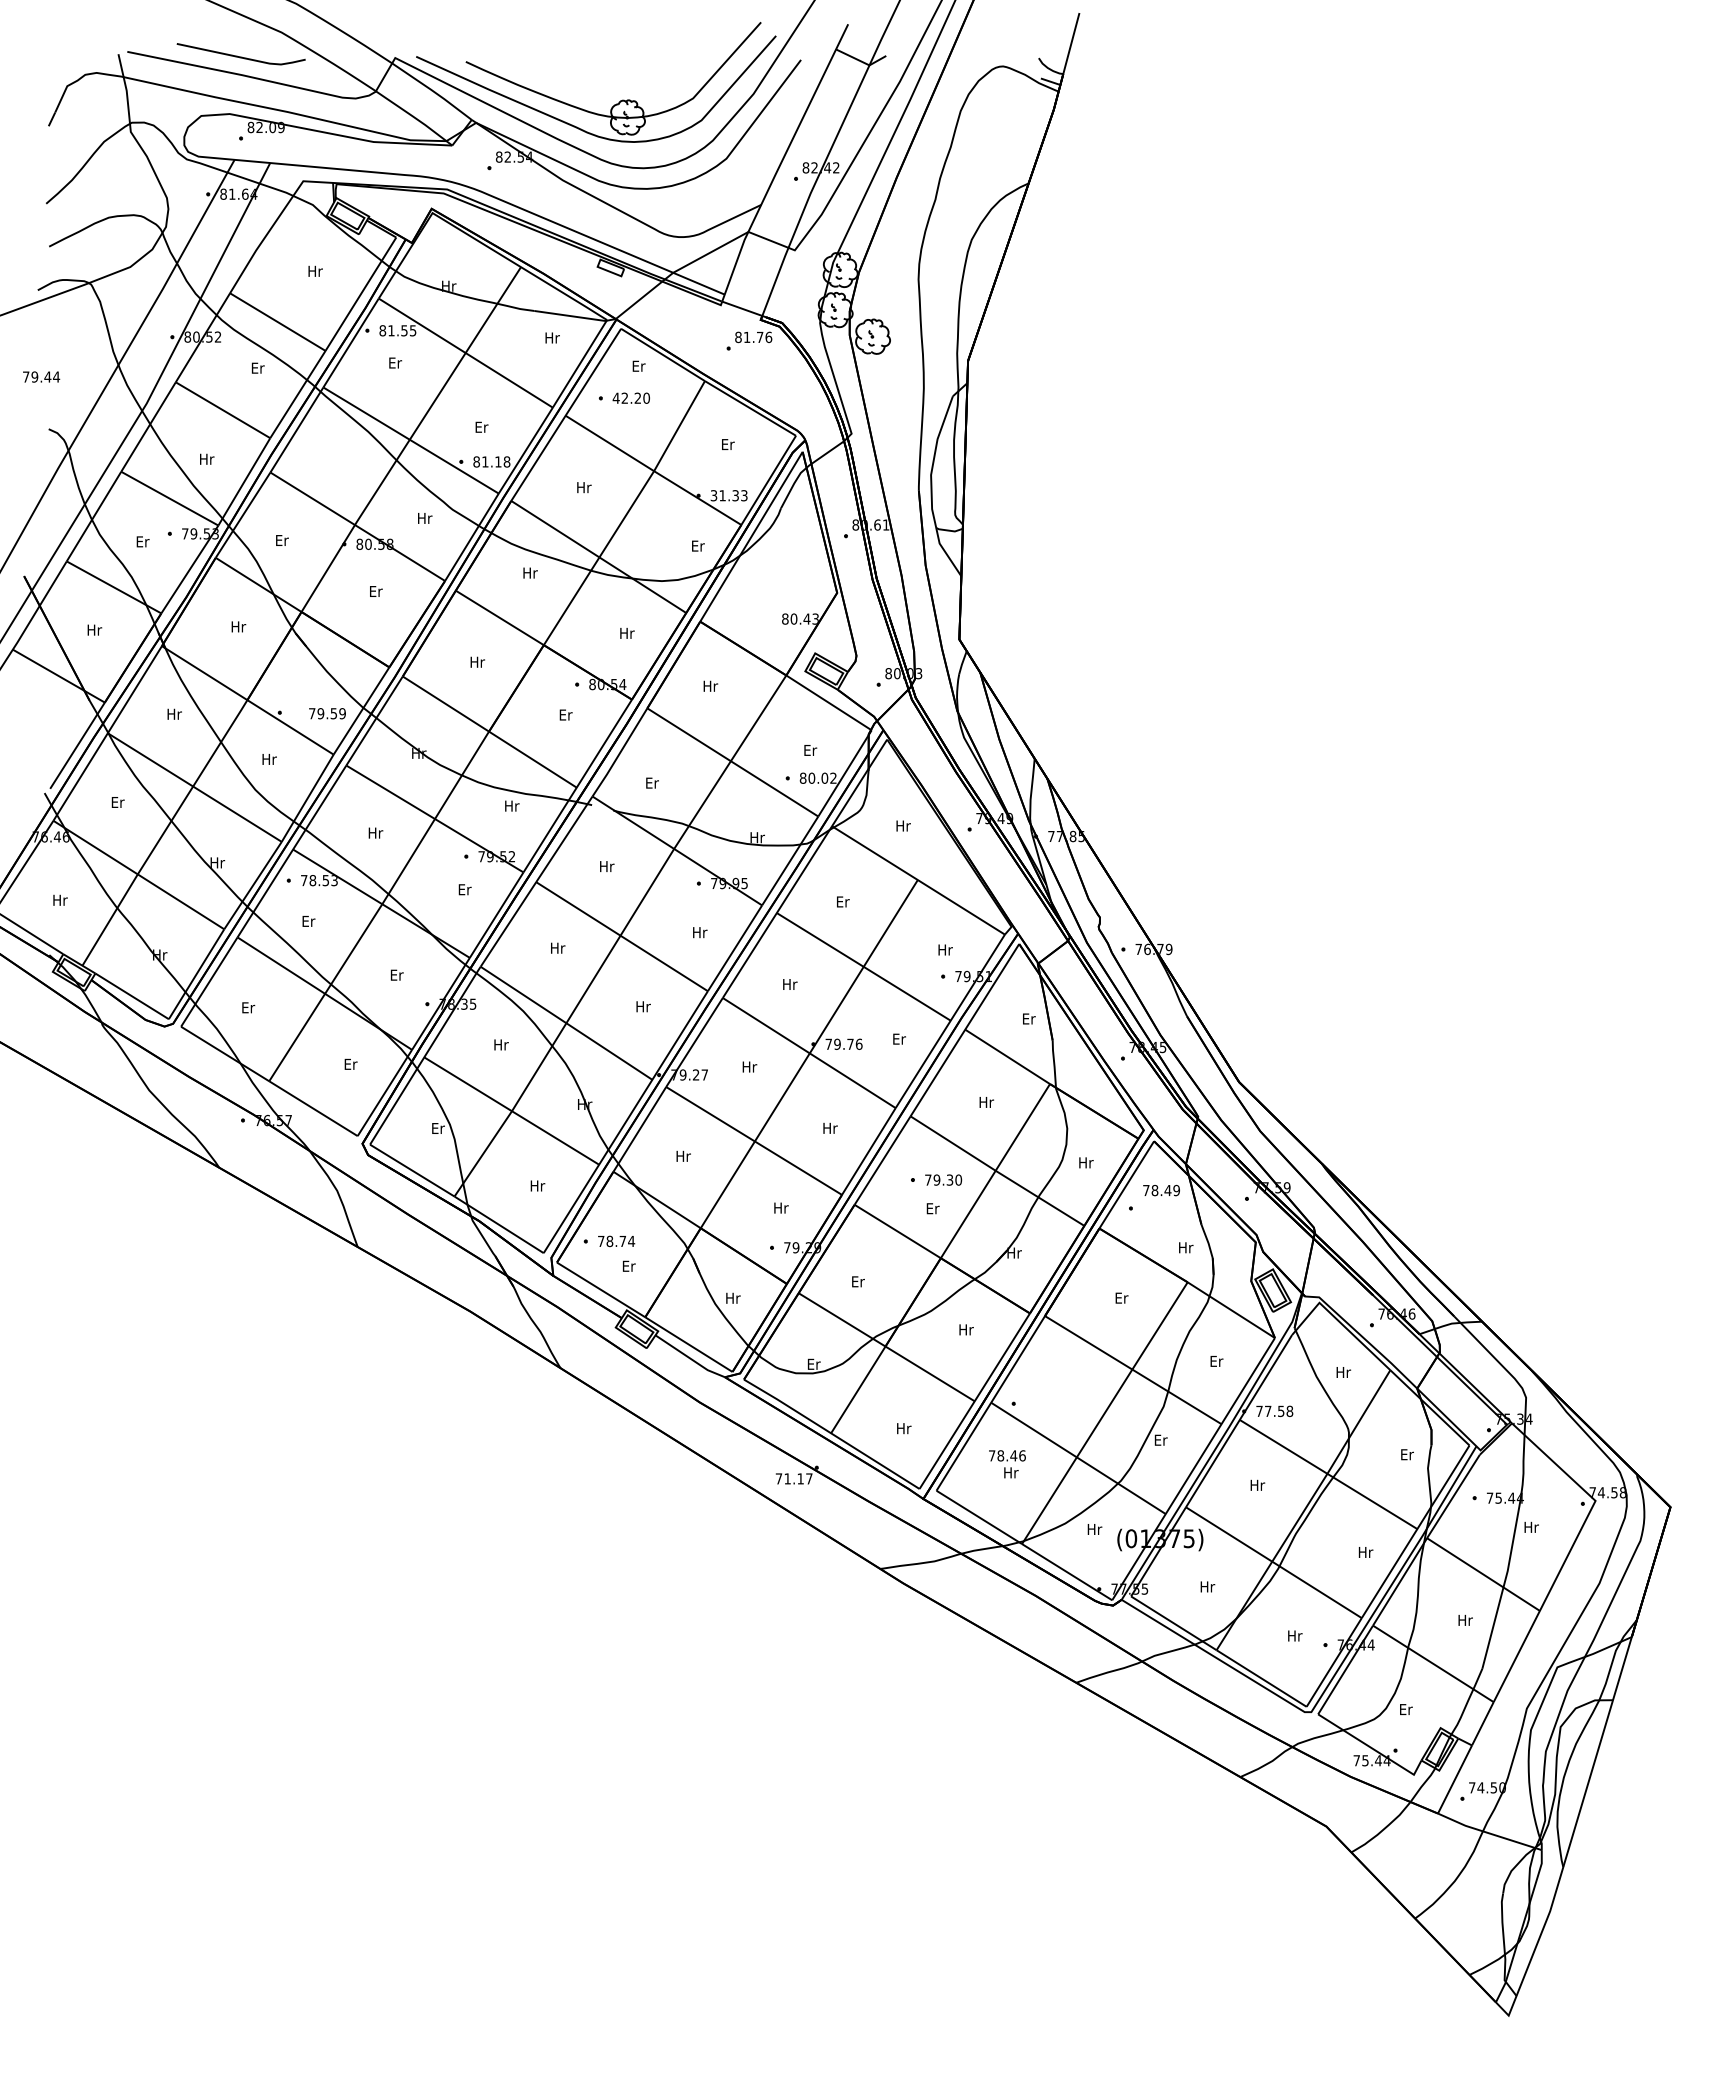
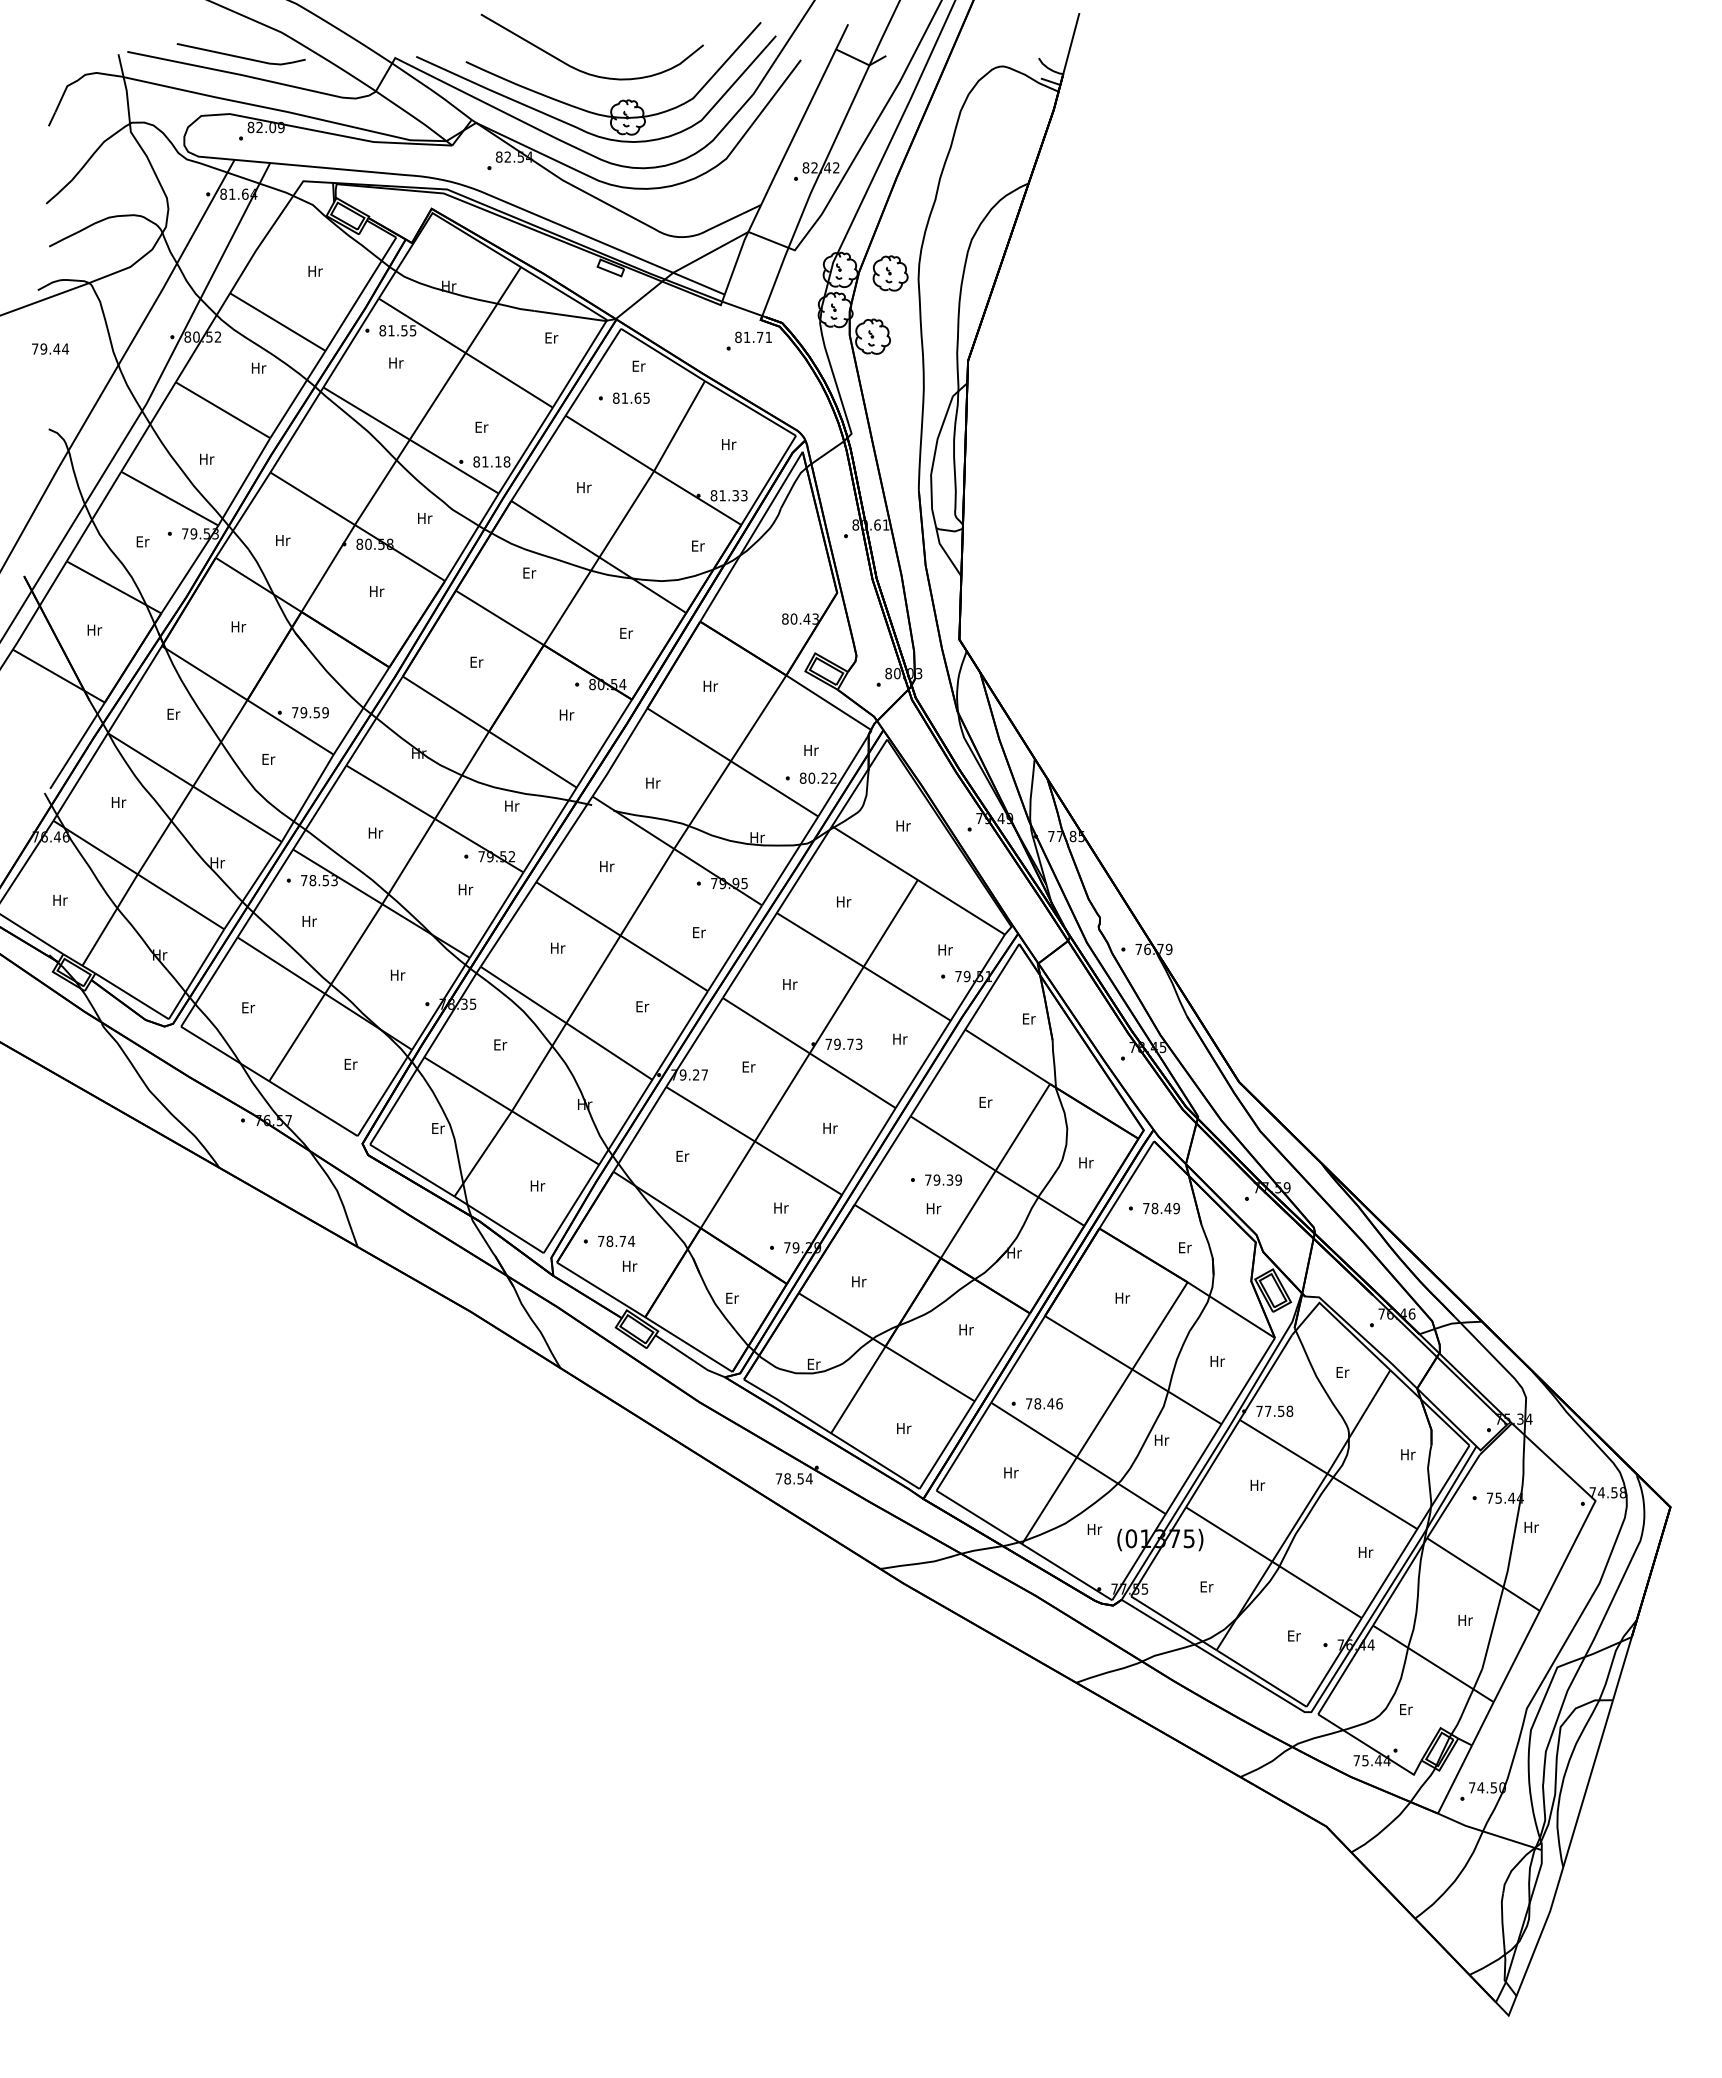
curve at (582, 70): none -> present
part at (890, 273): none -> present
text at (552, 337): Hr -> Er
text at (768, 337): 81.76 -> 81.71
text at (396, 362): Er -> Hr
text at (259, 367): Er -> Hr
text at (41, 376) position: (41, 376) -> (50, 348)
text at (631, 397): 42.20 -> 81.65
text at (729, 444): Er -> Hr
text at (713, 495): 31.33 -> 81.33
text at (283, 540): Er -> Hr
text at (530, 572): Hr -> Er
text at (377, 591): Er -> Hr
text at (627, 632): Hr -> Er
text at (478, 661): Hr -> Er
text at (175, 713): Hr -> Er
text at (327, 713) position: (327, 713) -> (310, 712)
text at (567, 714): Er -> Hr
text at (811, 750): Er -> Hr
text at (269, 758): Hr -> Er
text at (824, 777): 80.02 -> 80.22
text at (653, 782): Er -> Hr
text at (119, 802): Er -> Hr
text at (466, 889): Er -> Hr
text at (844, 901): Er -> Hr
text at (310, 920): Er -> Hr
text at (700, 932): Hr -> Er
text at (398, 974): Er -> Hr
text at (643, 1006): Hr -> Er
text at (900, 1038): Er -> Hr
text at (858, 1043): 79.76 -> 79.73
text at (501, 1044): Hr -> Er
text at (750, 1066): Hr -> Er
text at (987, 1102): Hr -> Er
text at (683, 1155): Hr -> Er
text at (958, 1179): 79.30 -> 79.39
text at (1161, 1190) position: (1161, 1190) -> (1161, 1208)
text at (934, 1208): Er -> Hr
text at (1186, 1247): Hr -> Er
text at (630, 1265): Er -> Hr
text at (859, 1281): Er -> Hr
text at (733, 1297): Hr -> Er
text at (1123, 1297): Er -> Hr
text at (1218, 1360): Er -> Hr
text at (1344, 1372): Hr -> Er
text at (1162, 1439): Er -> Hr
text at (1408, 1454): Er -> Hr
text at (1007, 1455) position: (1007, 1455) -> (1044, 1403)
text at (798, 1478): 71.17 -> 78.54
text at (1208, 1586): Hr -> Er
text at (1295, 1635): Hr -> Er
